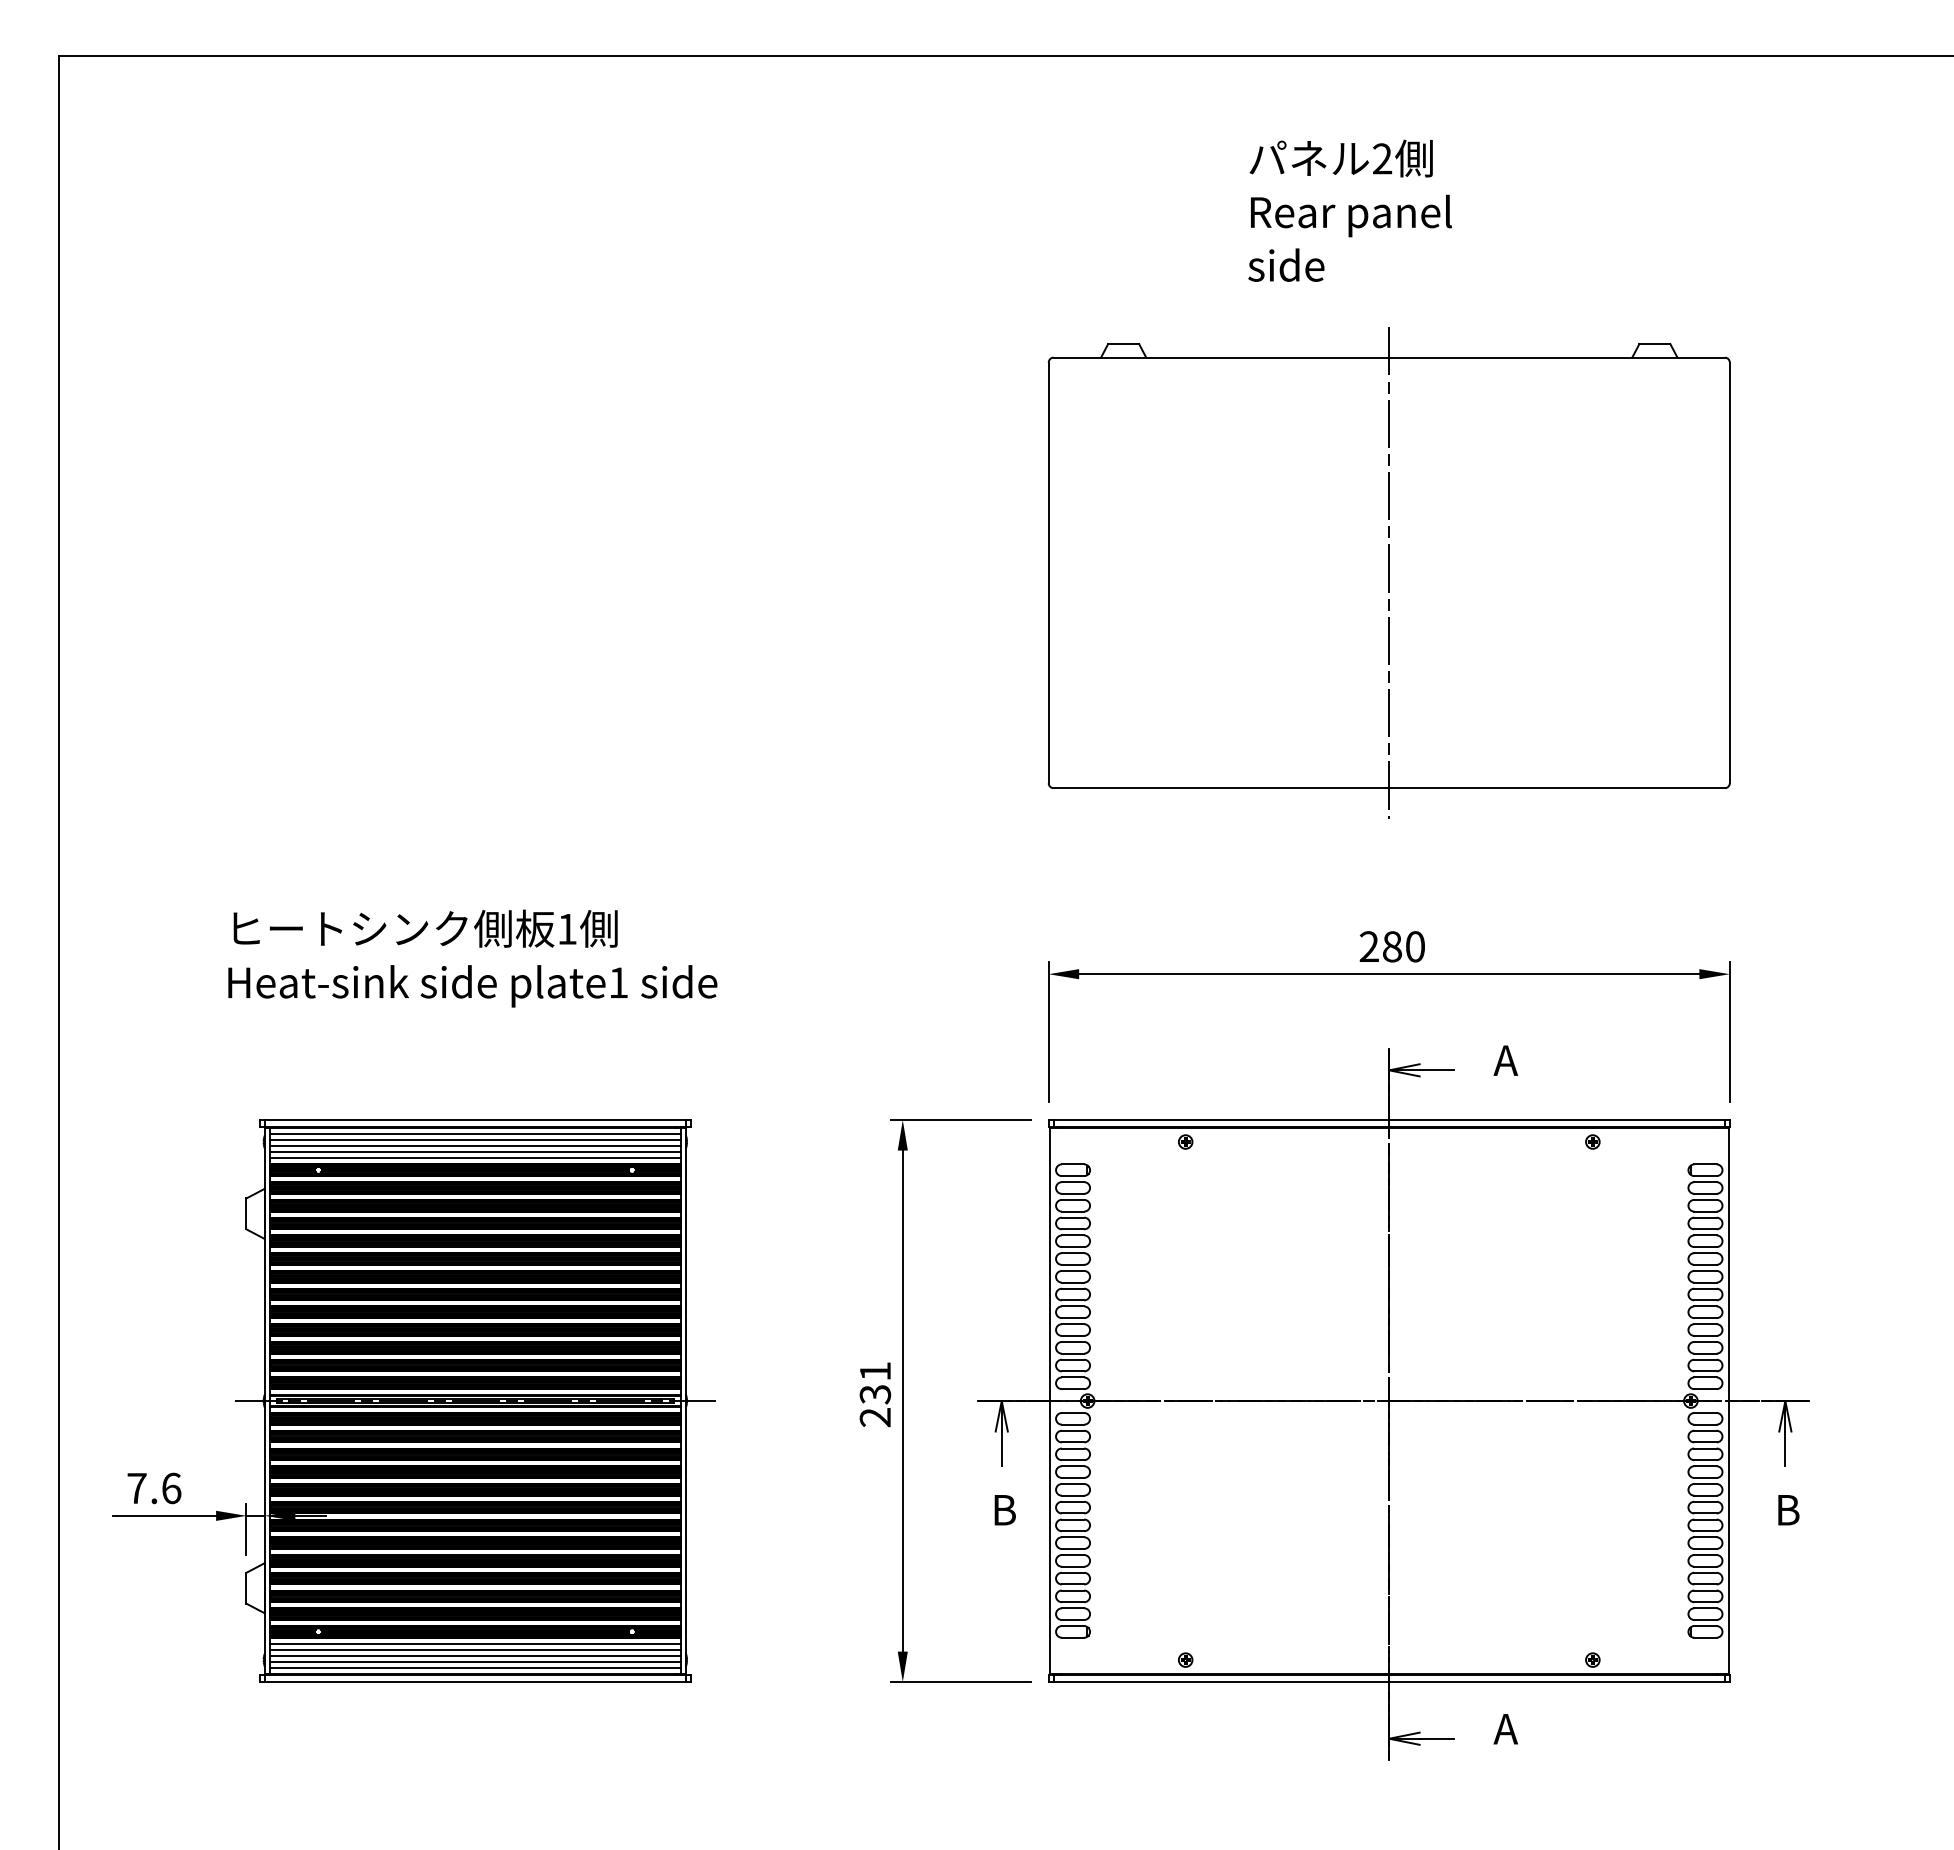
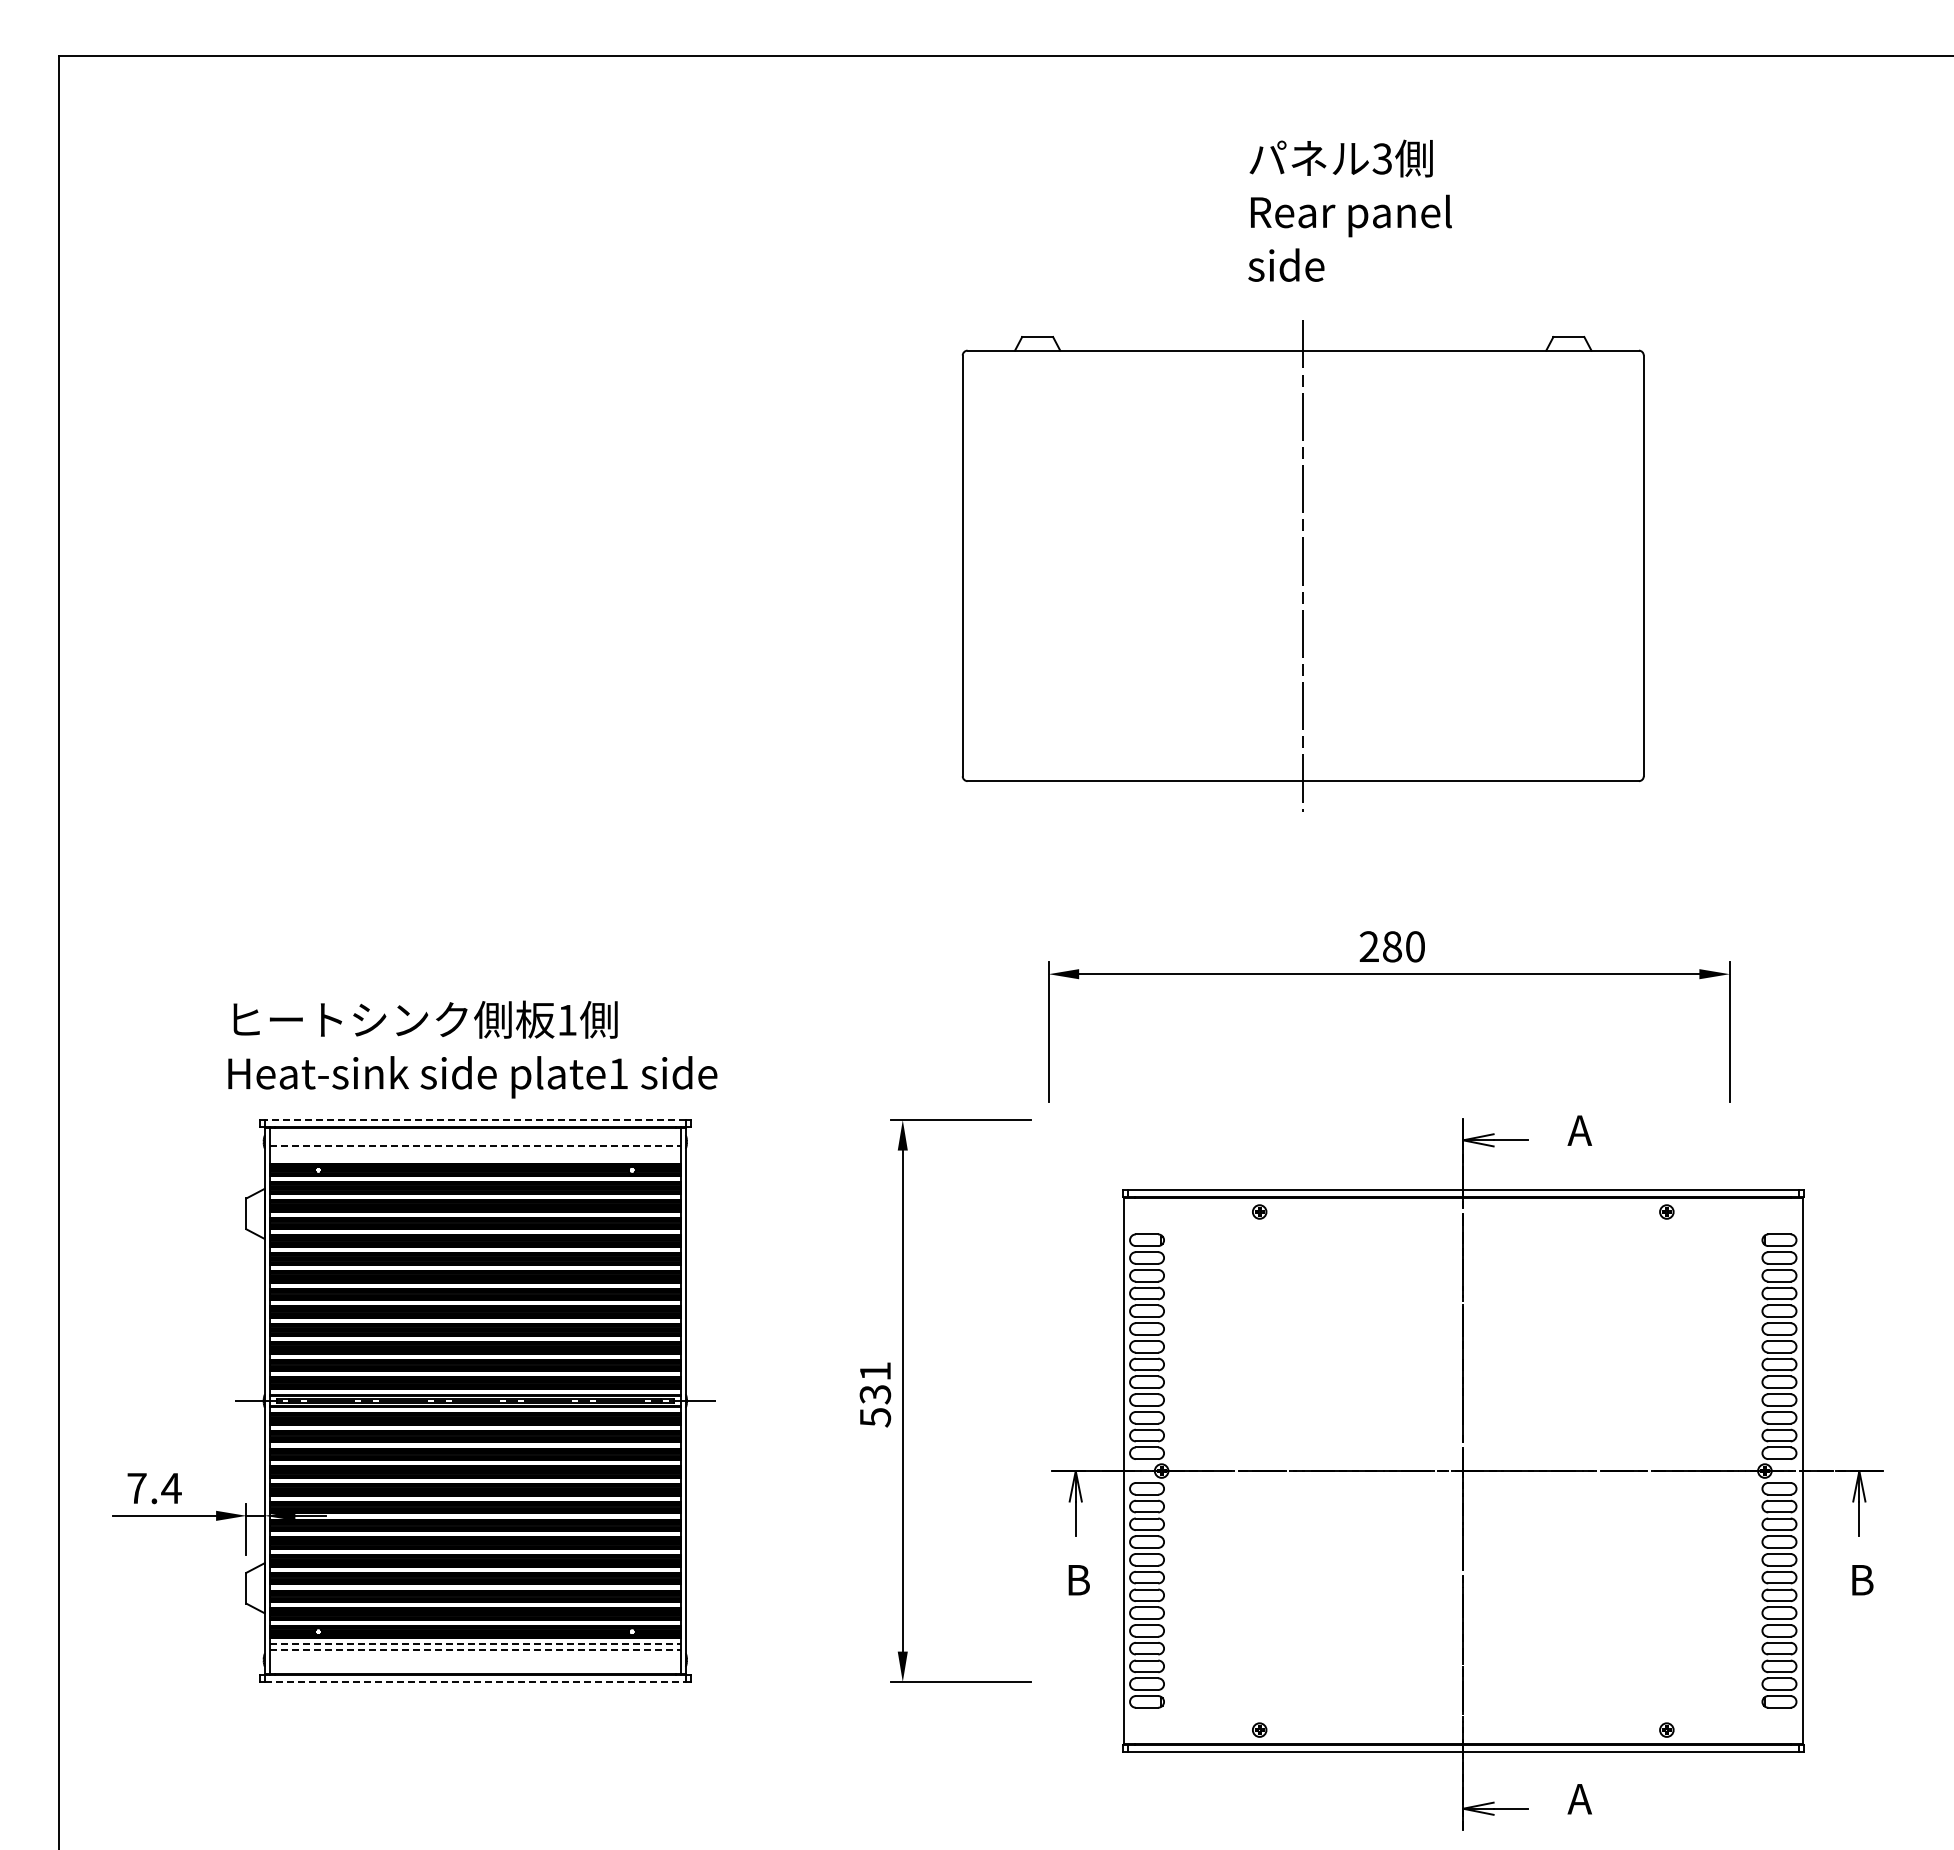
text at (1382, 158): 2 -> 3
part at (1388, 572) position: (1388, 572) -> (1302, 565)
text at (472, 958) position: (472, 958) -> (472, 1049)
line at (474, 1120): solid -> dashed
line at (474, 1134): present -> none
line at (474, 1140): present -> none
line at (475, 1146): solid -> dashed
line at (474, 1152): present -> none
line at (474, 1158): present -> none
part at (1393, 1402) position: (1393, 1402) -> (1467, 1472)
text at (875, 1417): 231 -> 531
text at (171, 1488): 7.6 -> 7.4
line at (475, 1643): solid -> dashed
line at (475, 1649): solid -> dashed
line at (474, 1655): present -> none
line at (474, 1662): present -> none
line at (474, 1668): present -> none
line at (475, 1682): solid -> dashed
